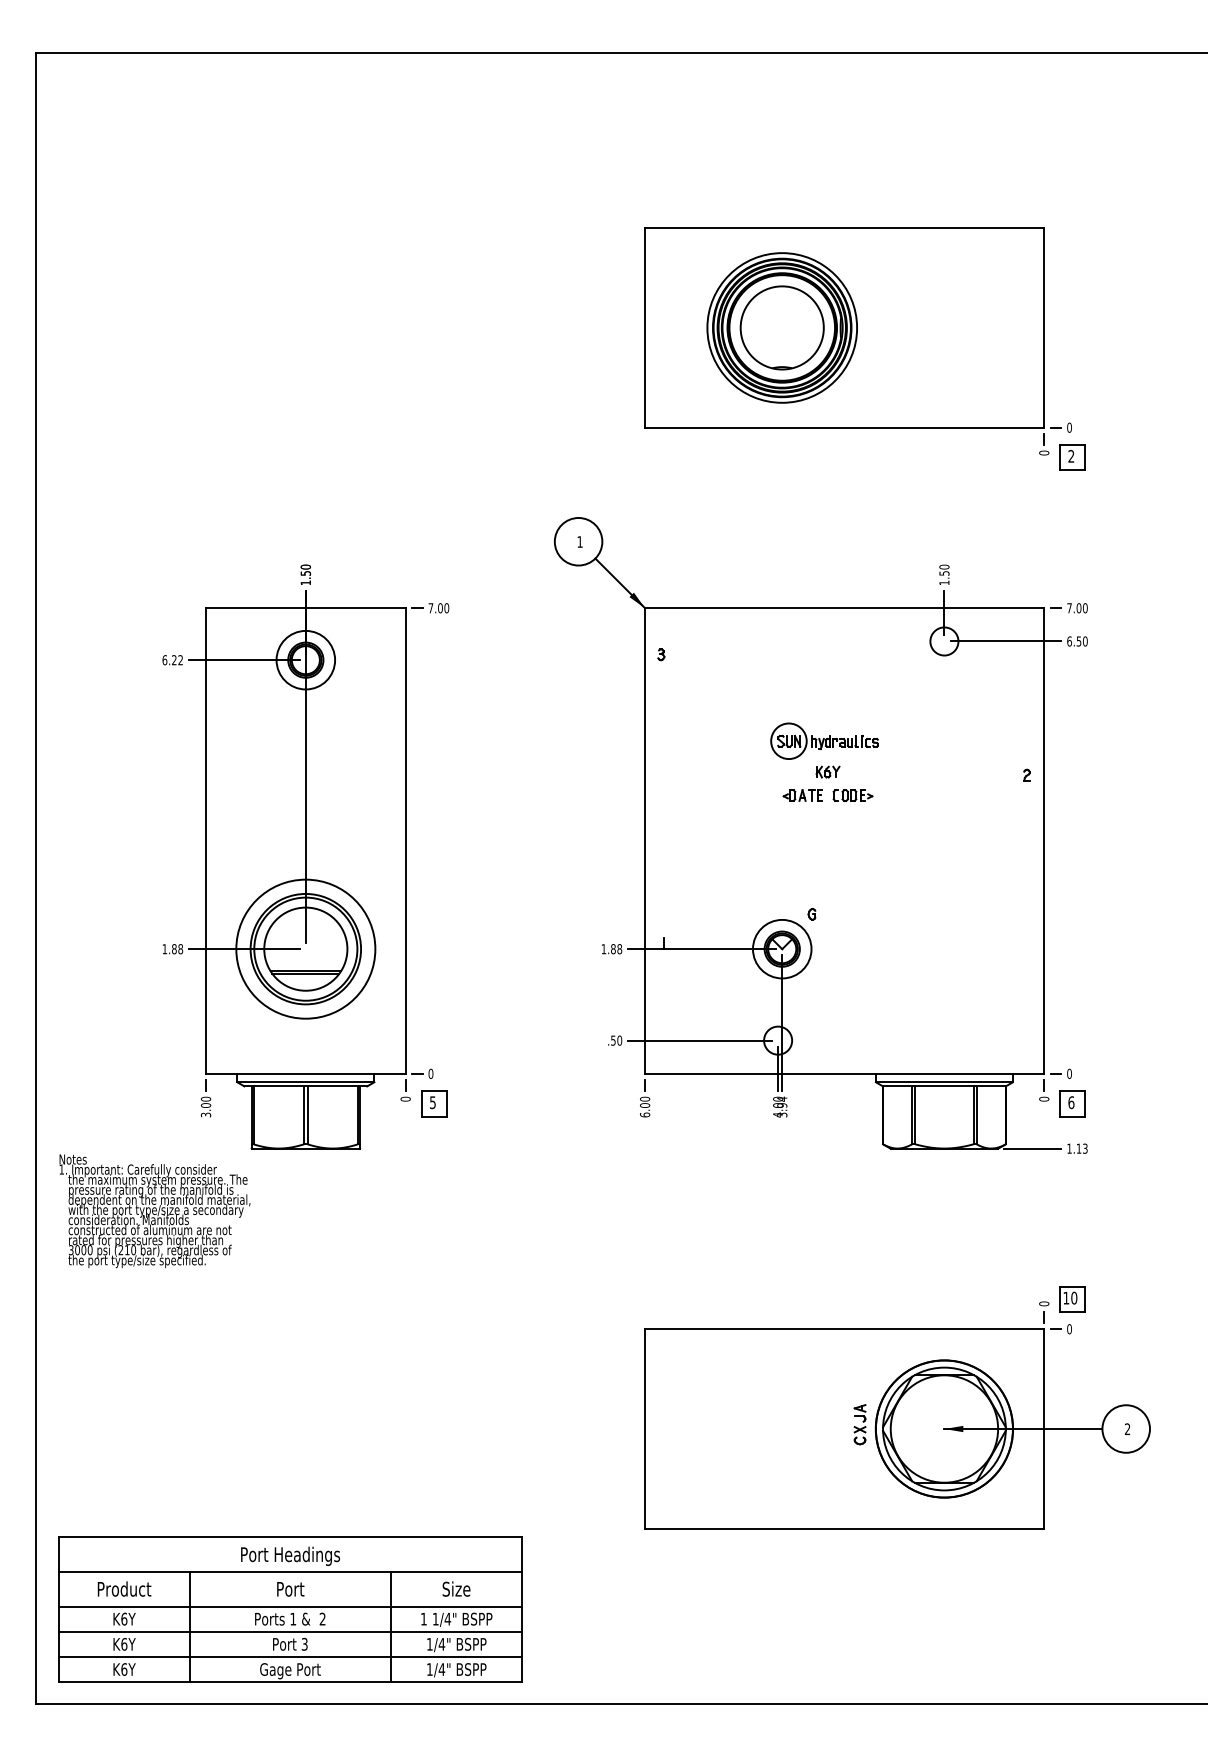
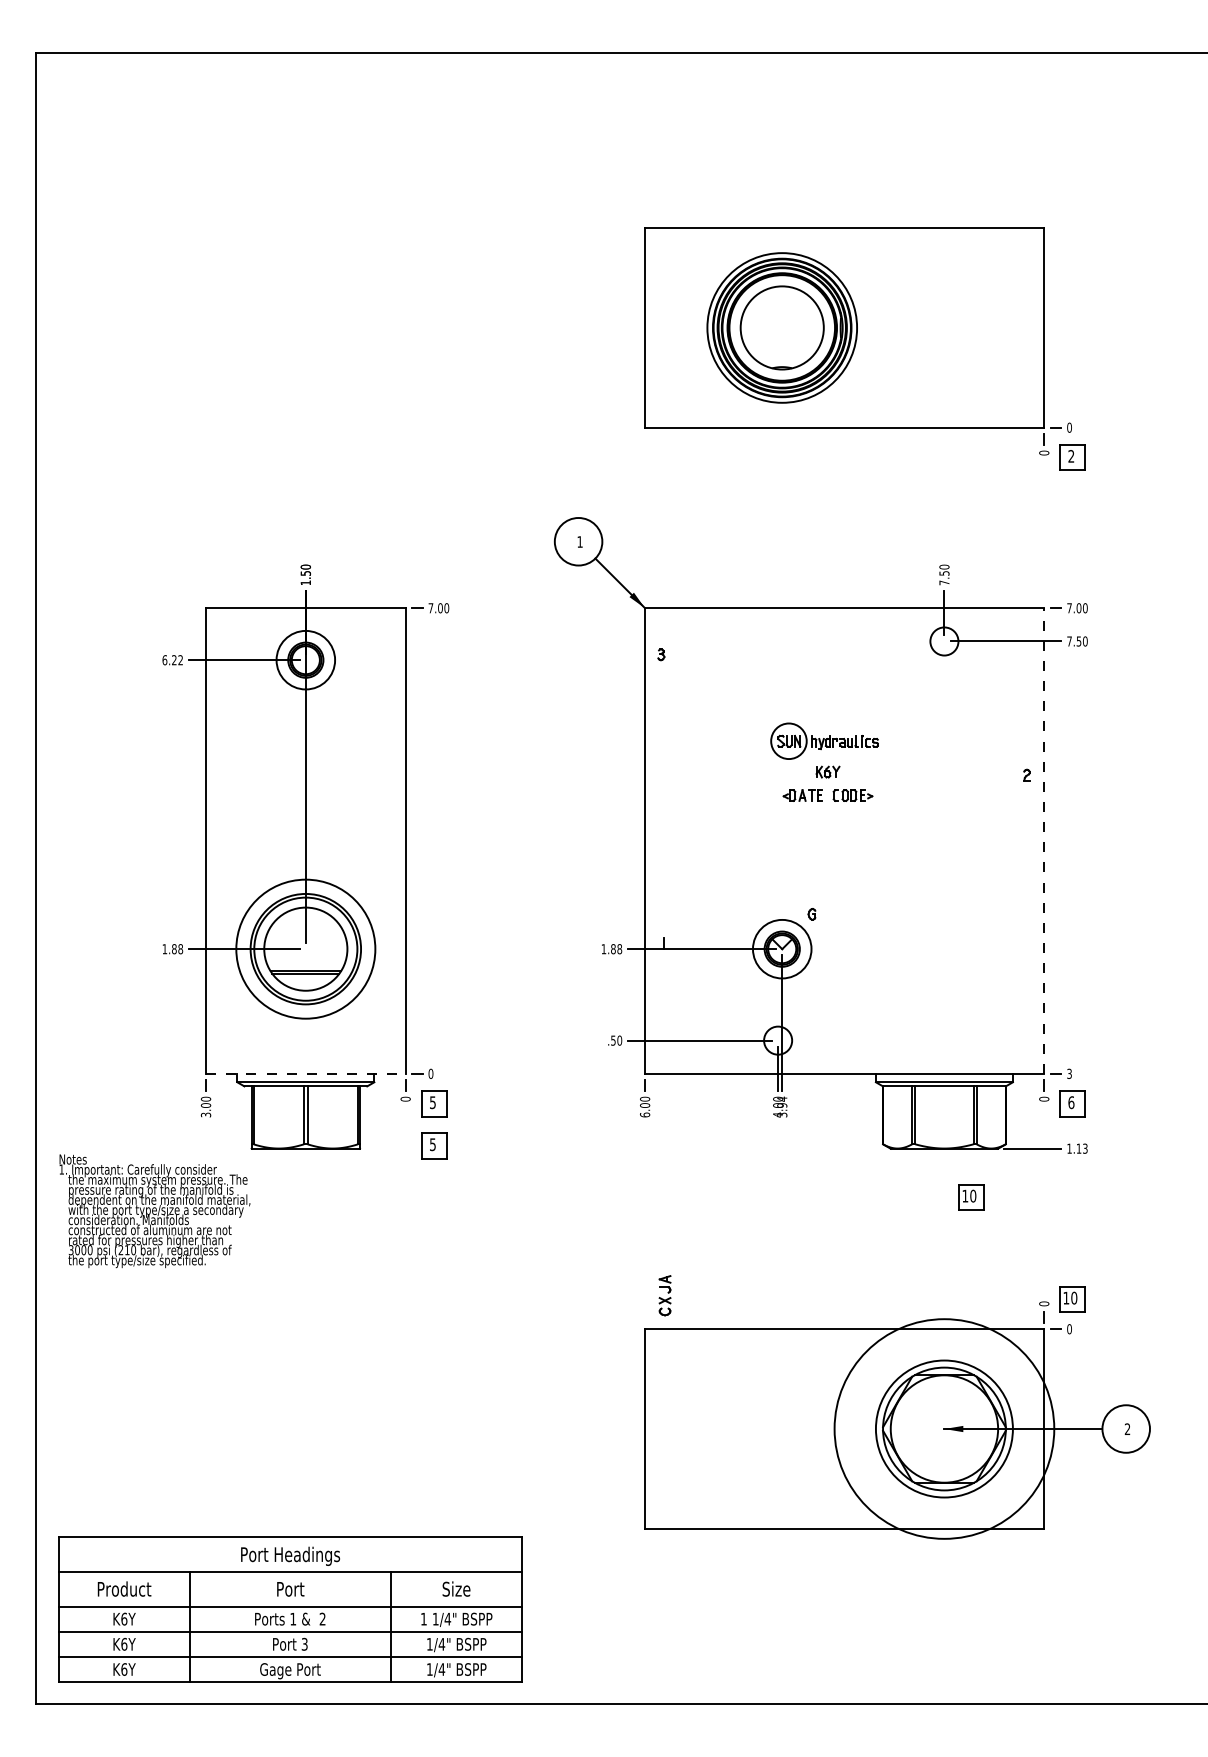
text at (944, 582): 1.50 -> 7.50
text at (1069, 641): 6.50 -> 7.50
line at (1044, 841): solid -> dashed
line at (305, 1073): solid -> dashed
text at (1069, 1073): 0 -> 3
part at (434, 1145): none -> present
part at (971, 1197): none -> present
part at (859, 1424) position: (859, 1424) -> (664, 1295)
circle at (944, 1428) diameter: 137 px -> 220 px
